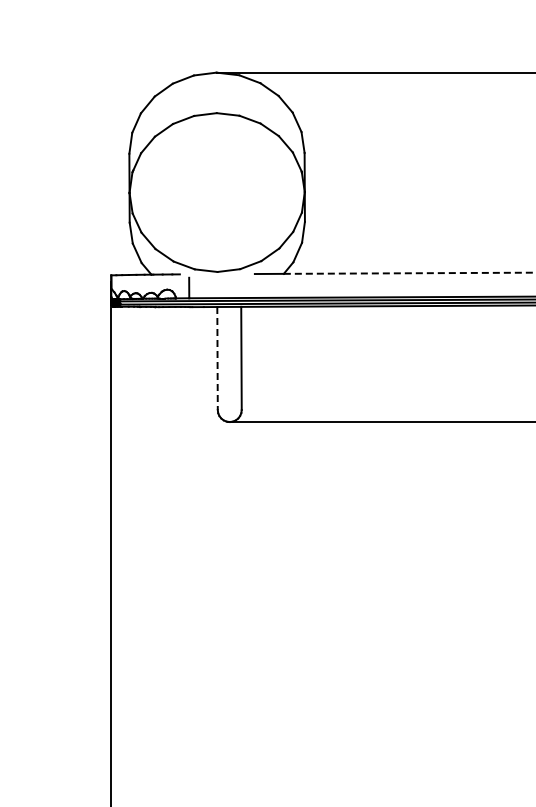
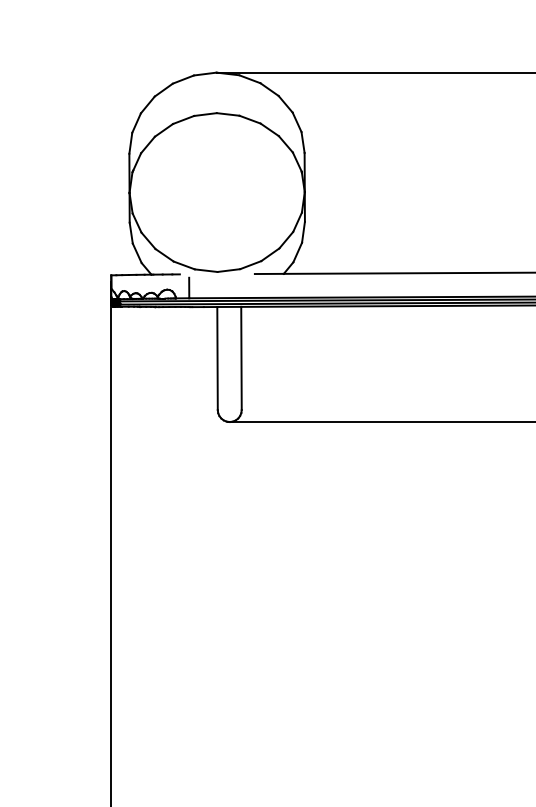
line at (409, 273): dashed -> solid
line at (217, 358): dashed -> solid
